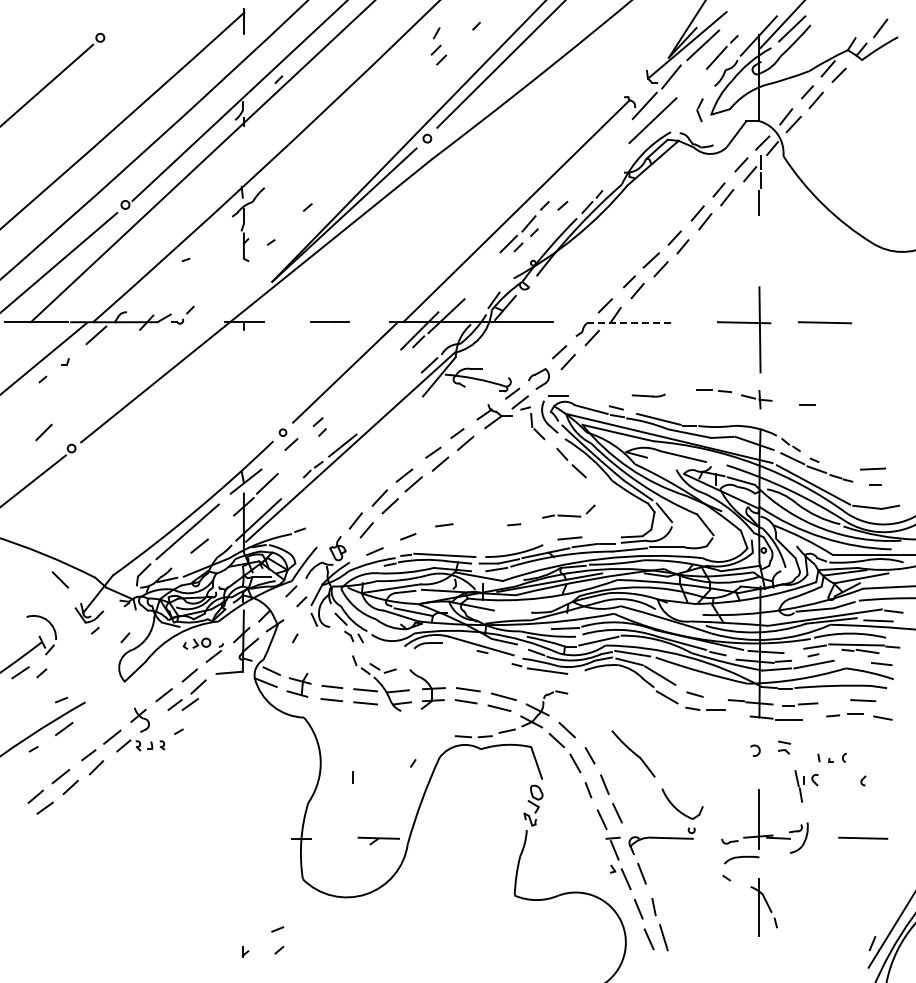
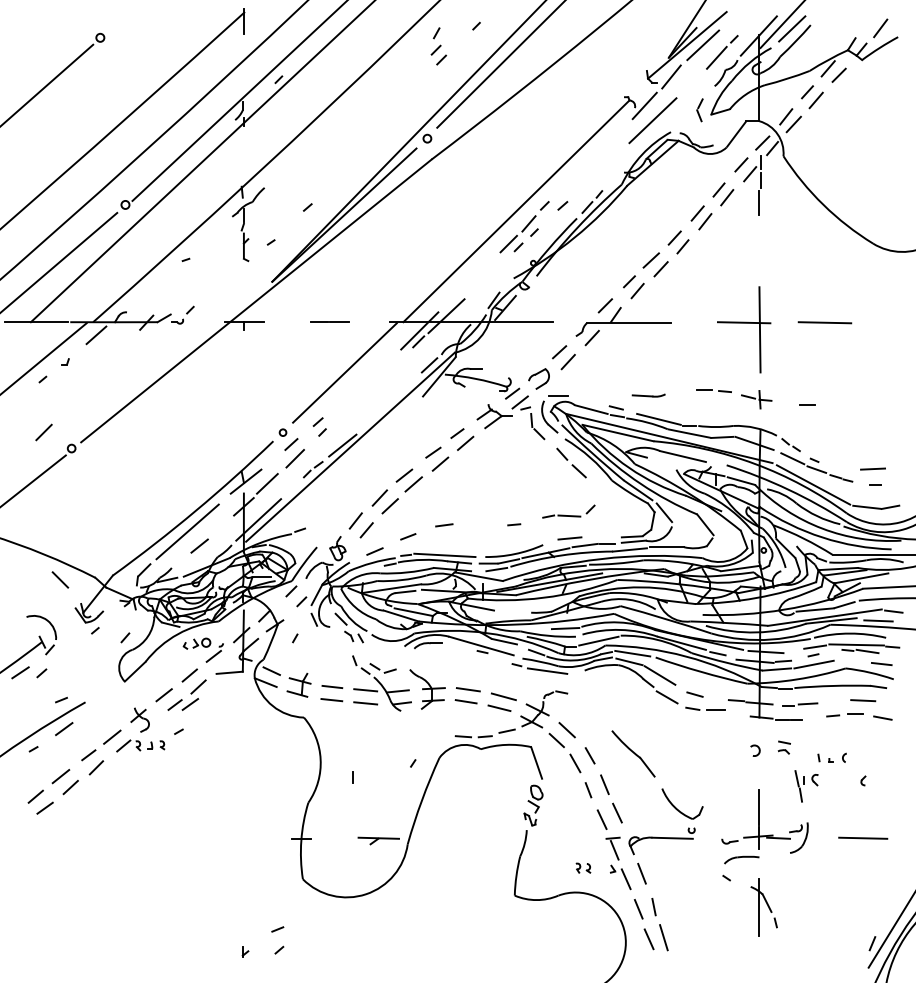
line at (629, 323): dashed -> solid
line at (294, 458): none -> present
part at (583, 867): none -> present
